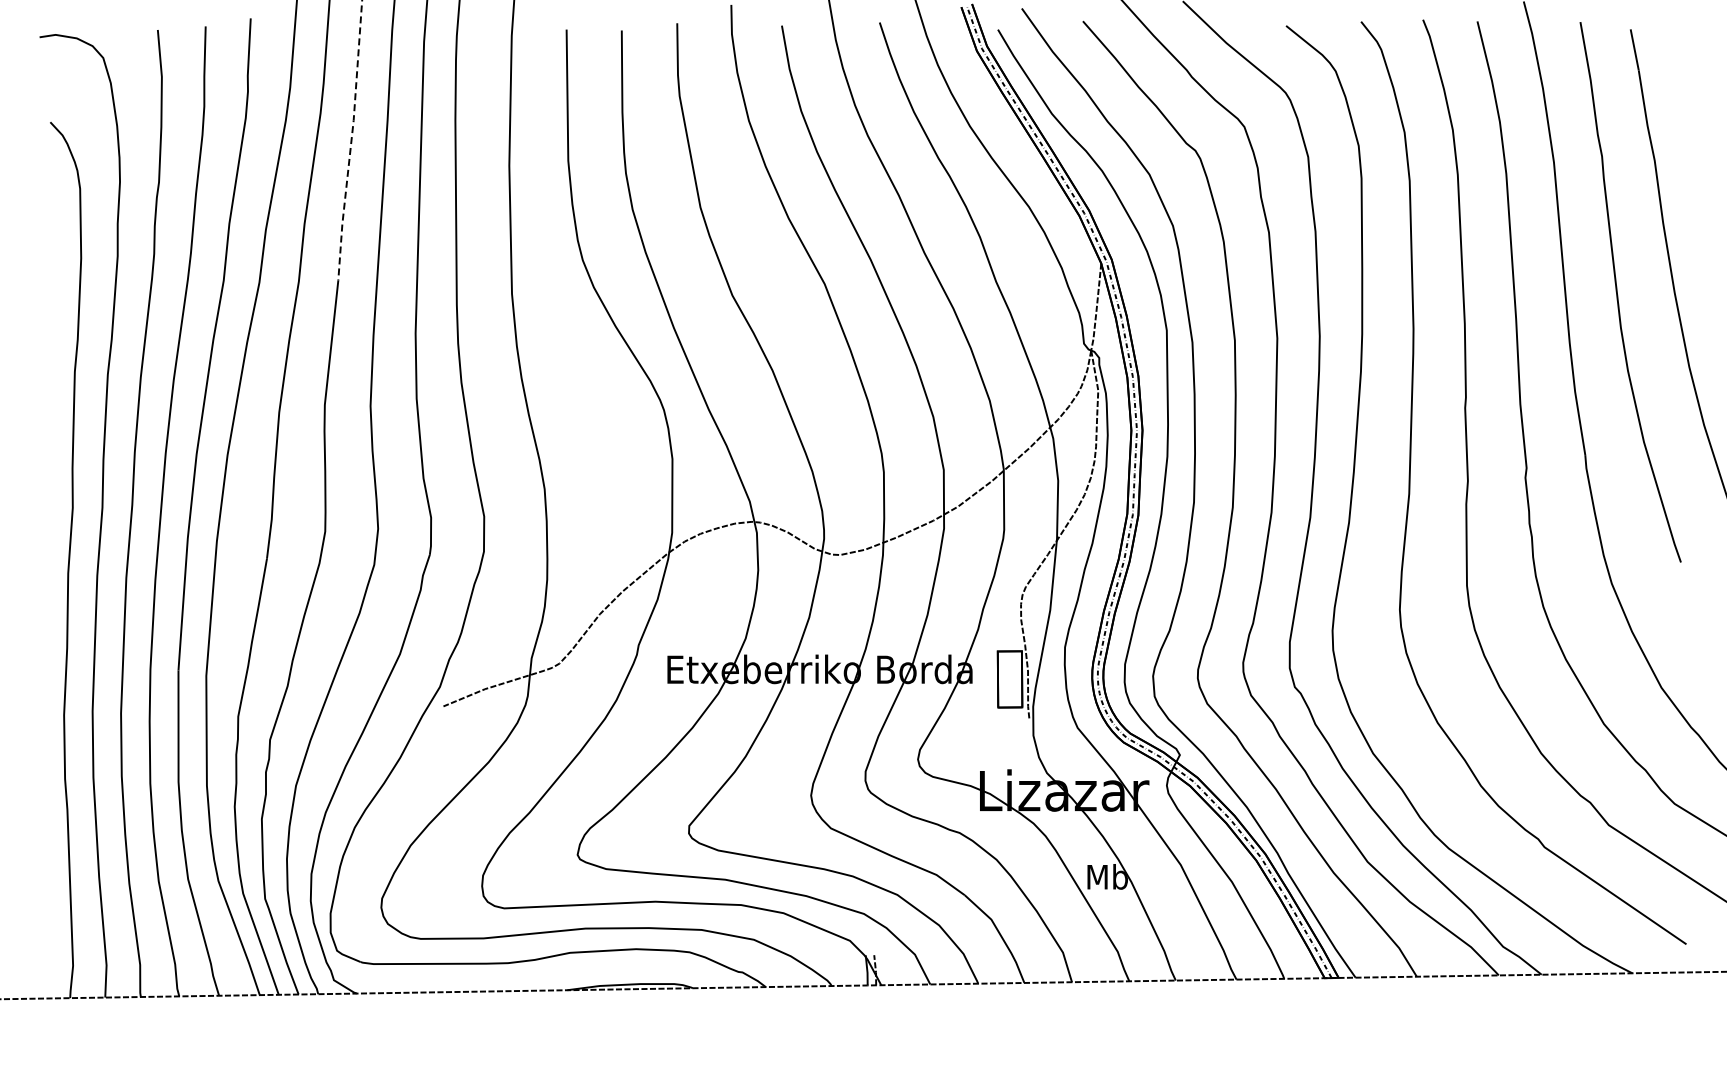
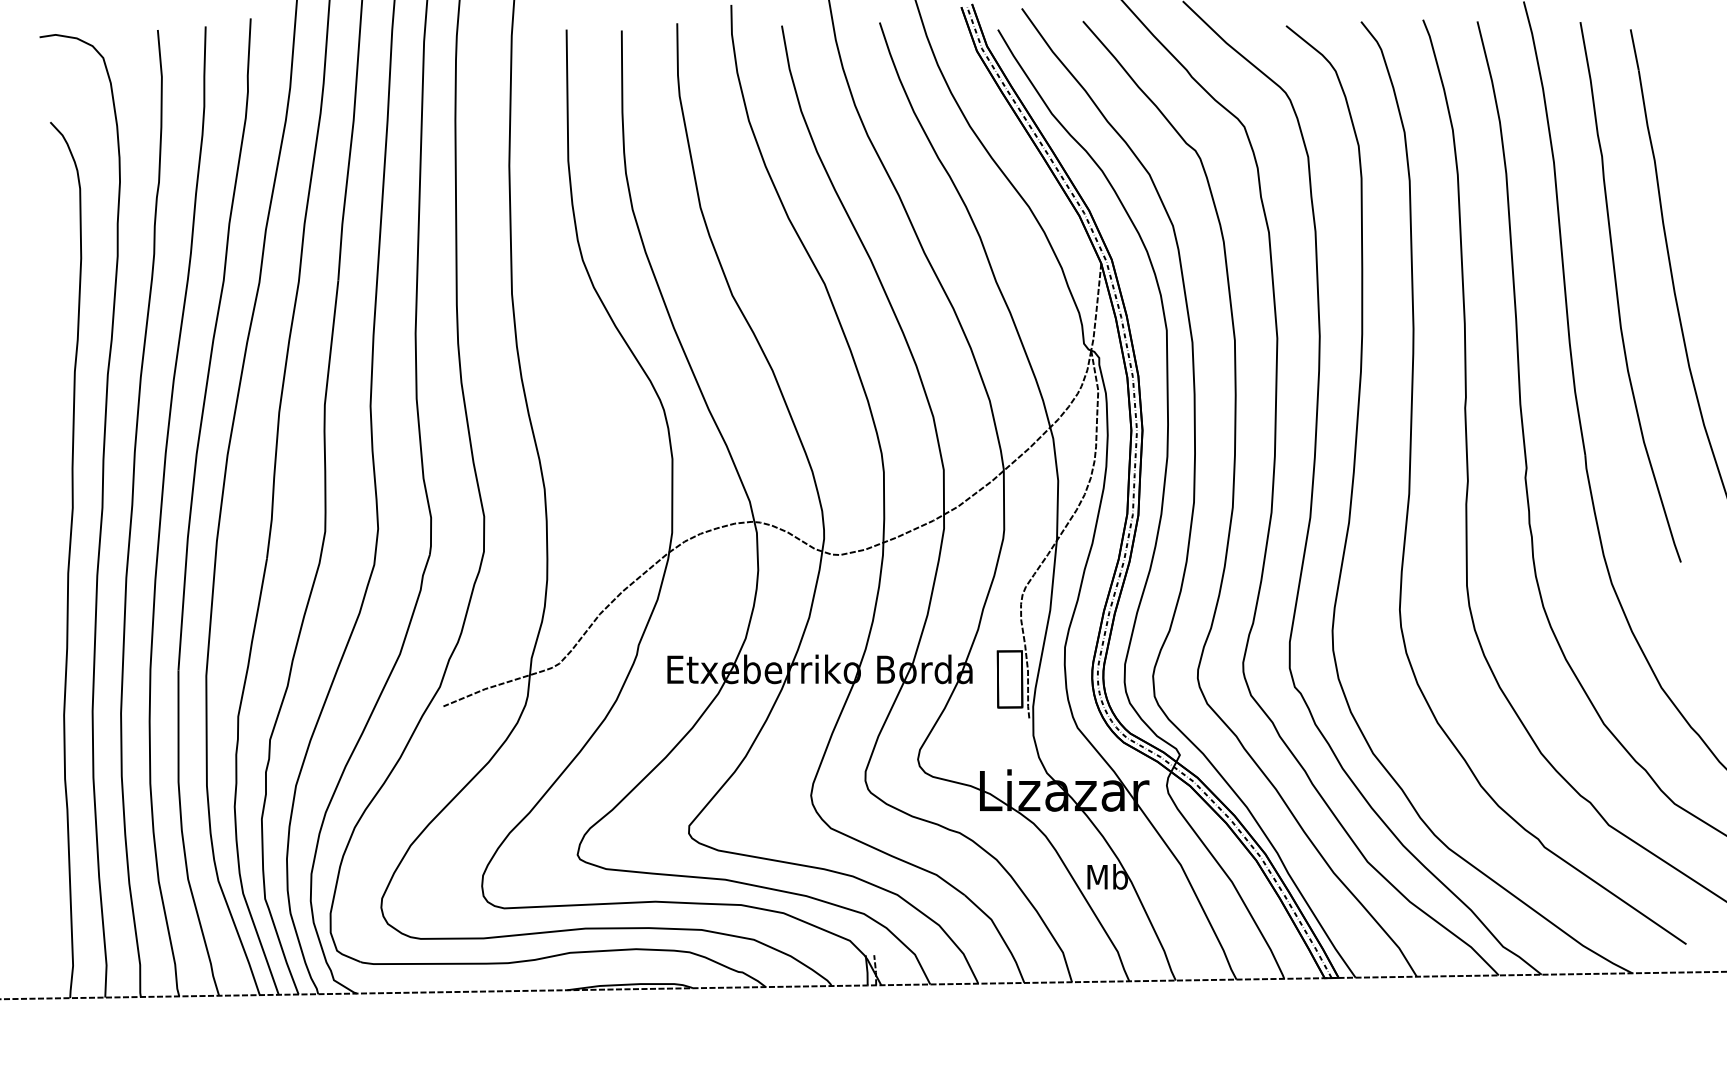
line at (351, 141): dashed -> solid
